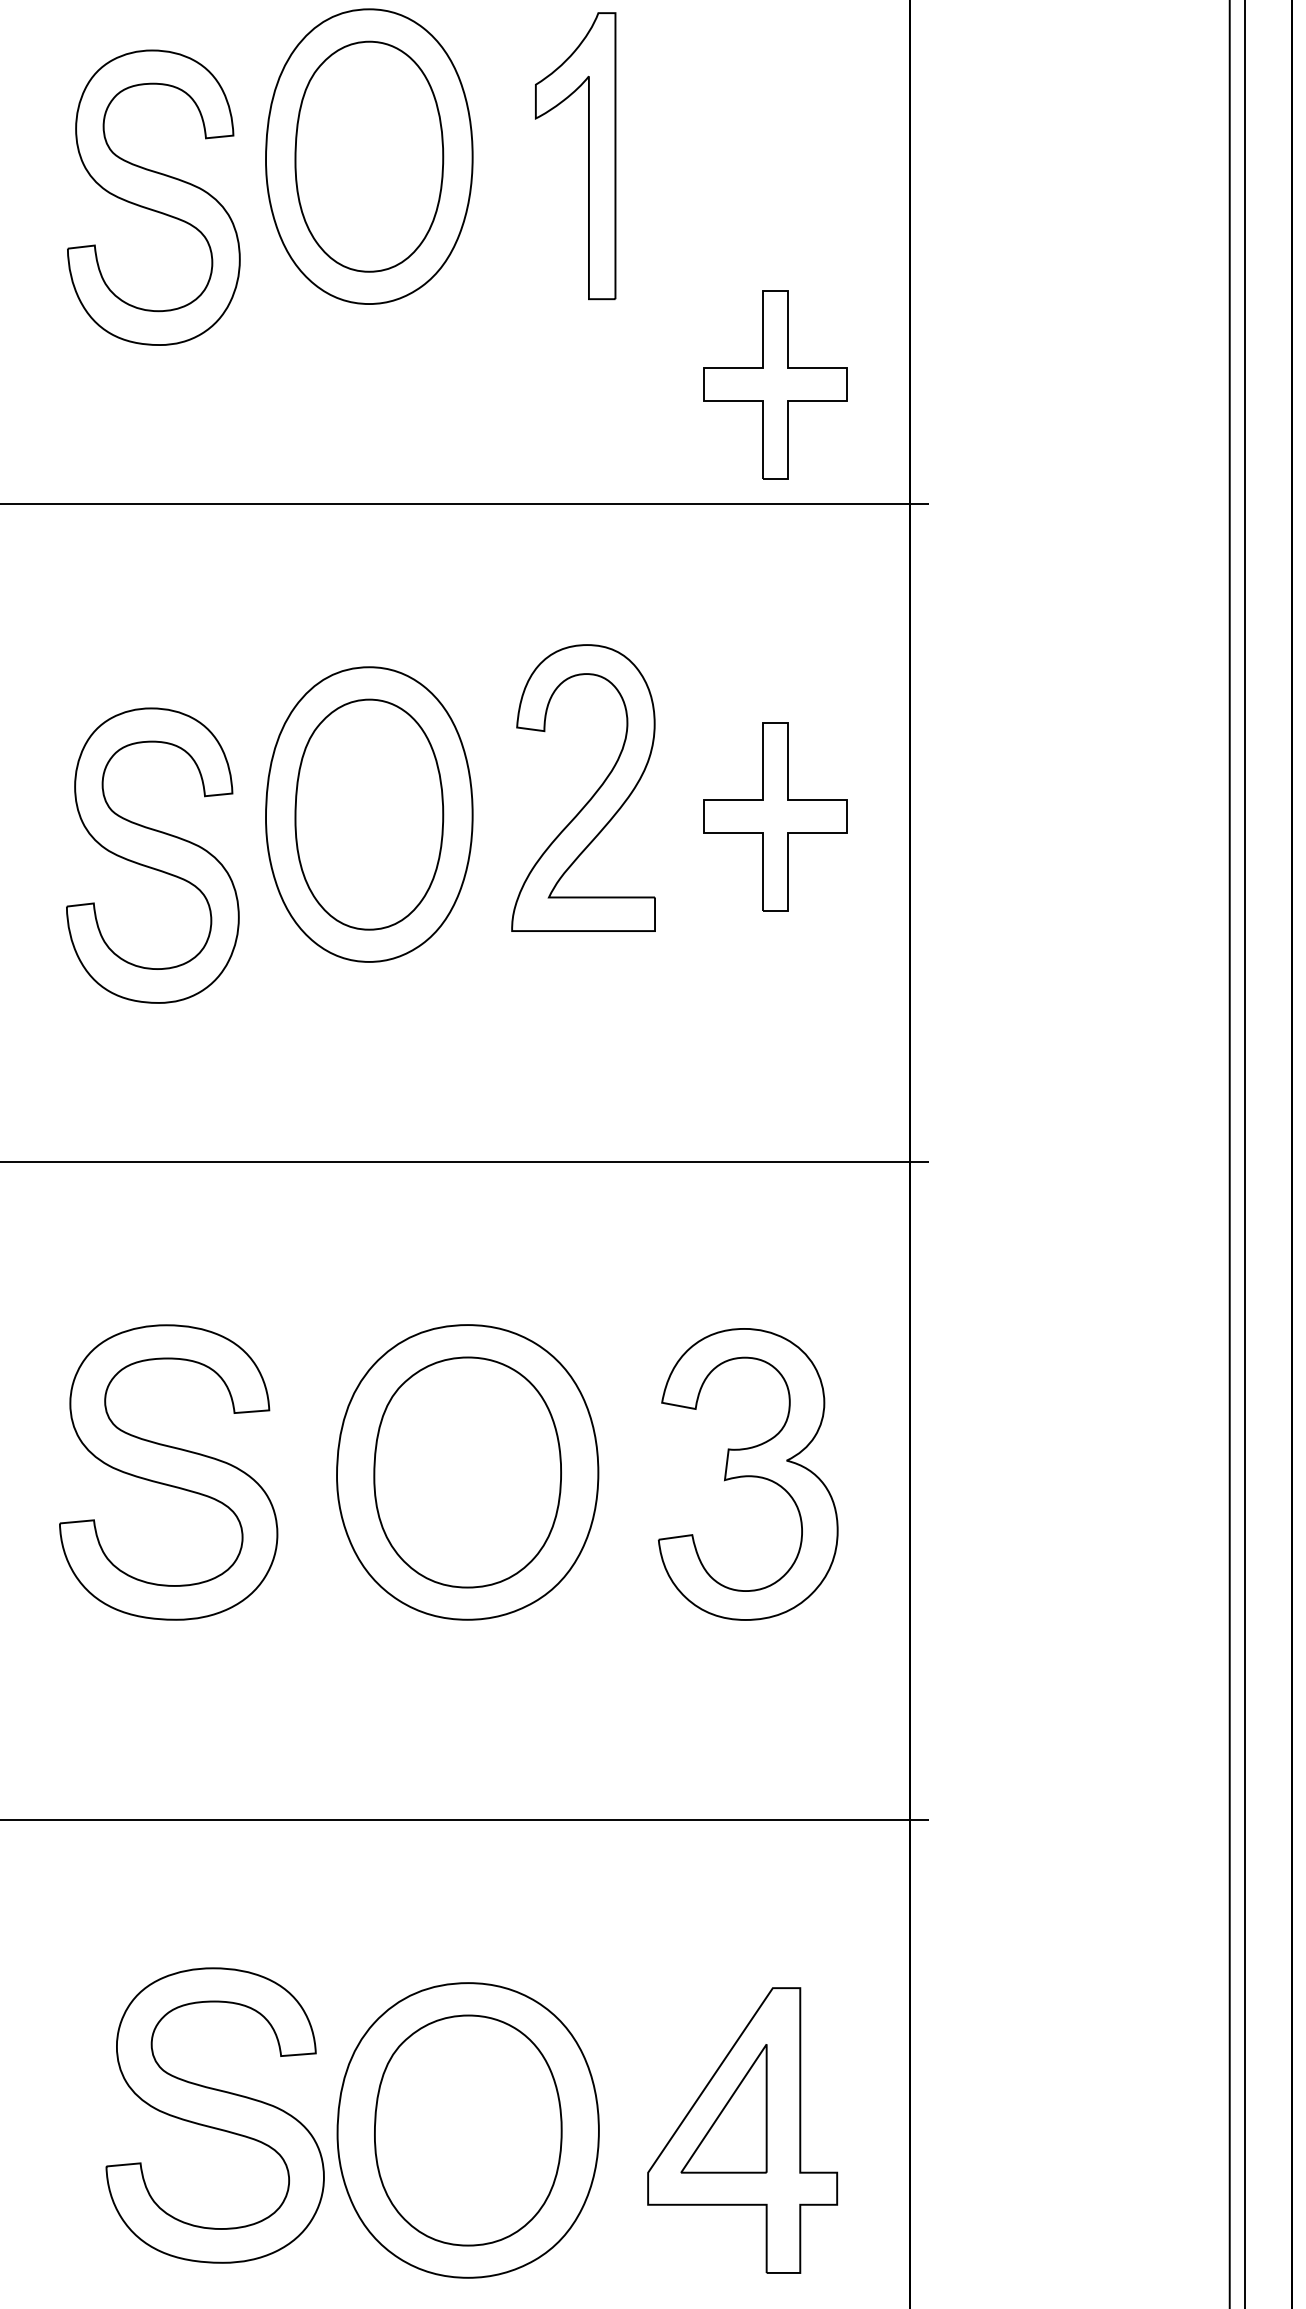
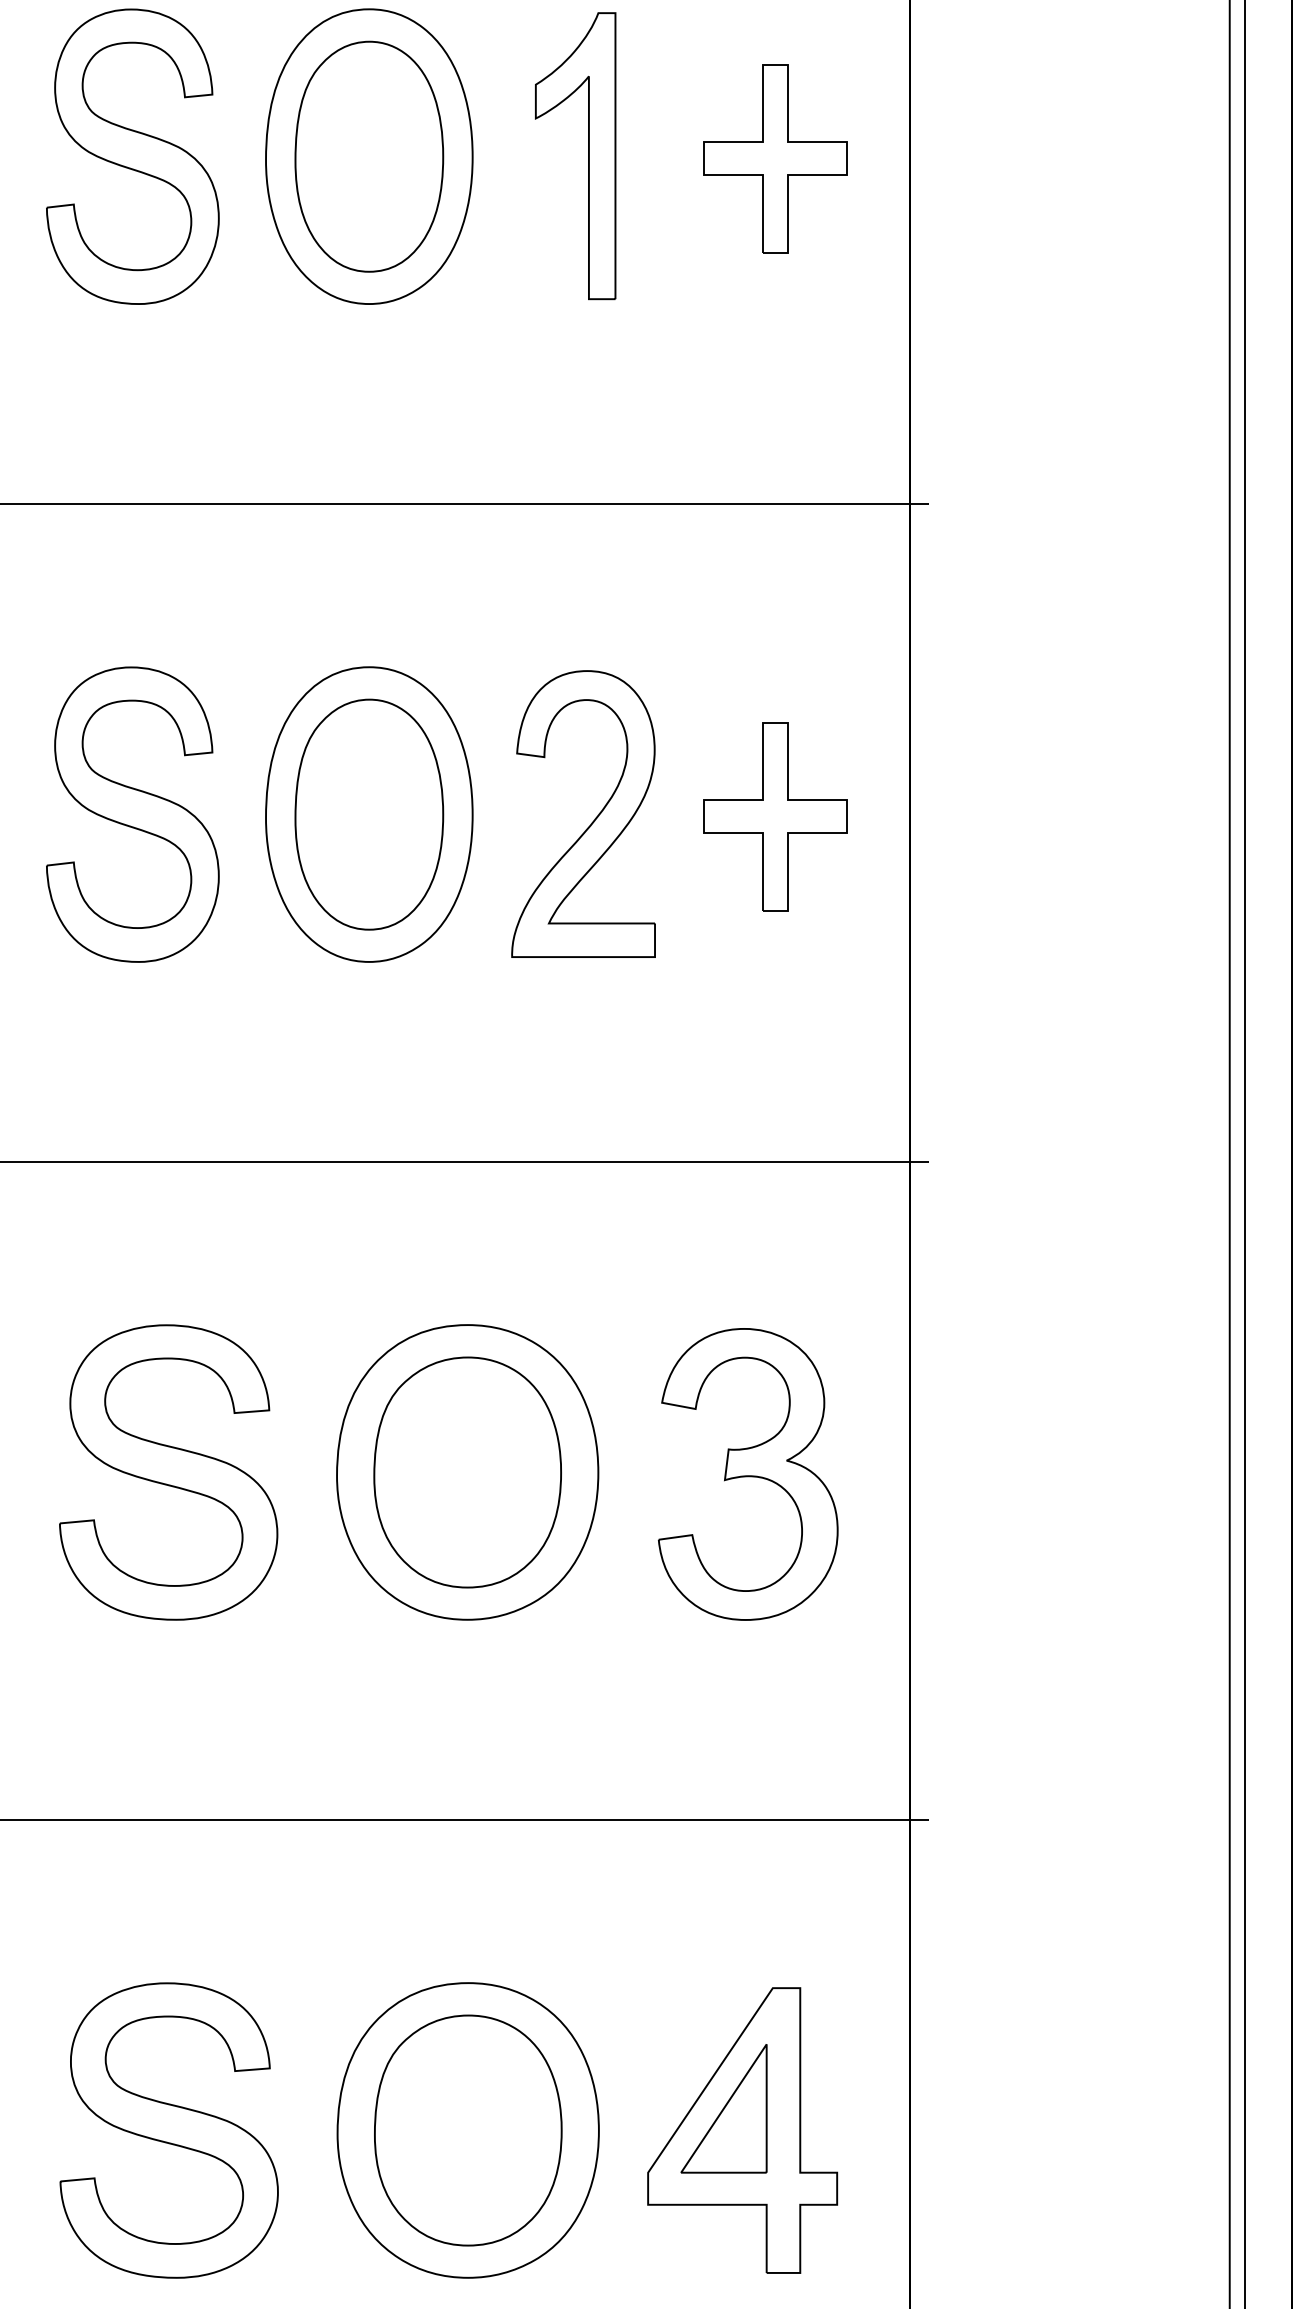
part at (153, 197) position: (153, 197) -> (132, 156)
part at (775, 384) position: (775, 384) -> (775, 158)
part at (592, 795) position: (592, 795) -> (592, 821)
part at (152, 855) position: (152, 855) -> (132, 814)
part at (214, 2115) position: (214, 2115) -> (168, 2130)
